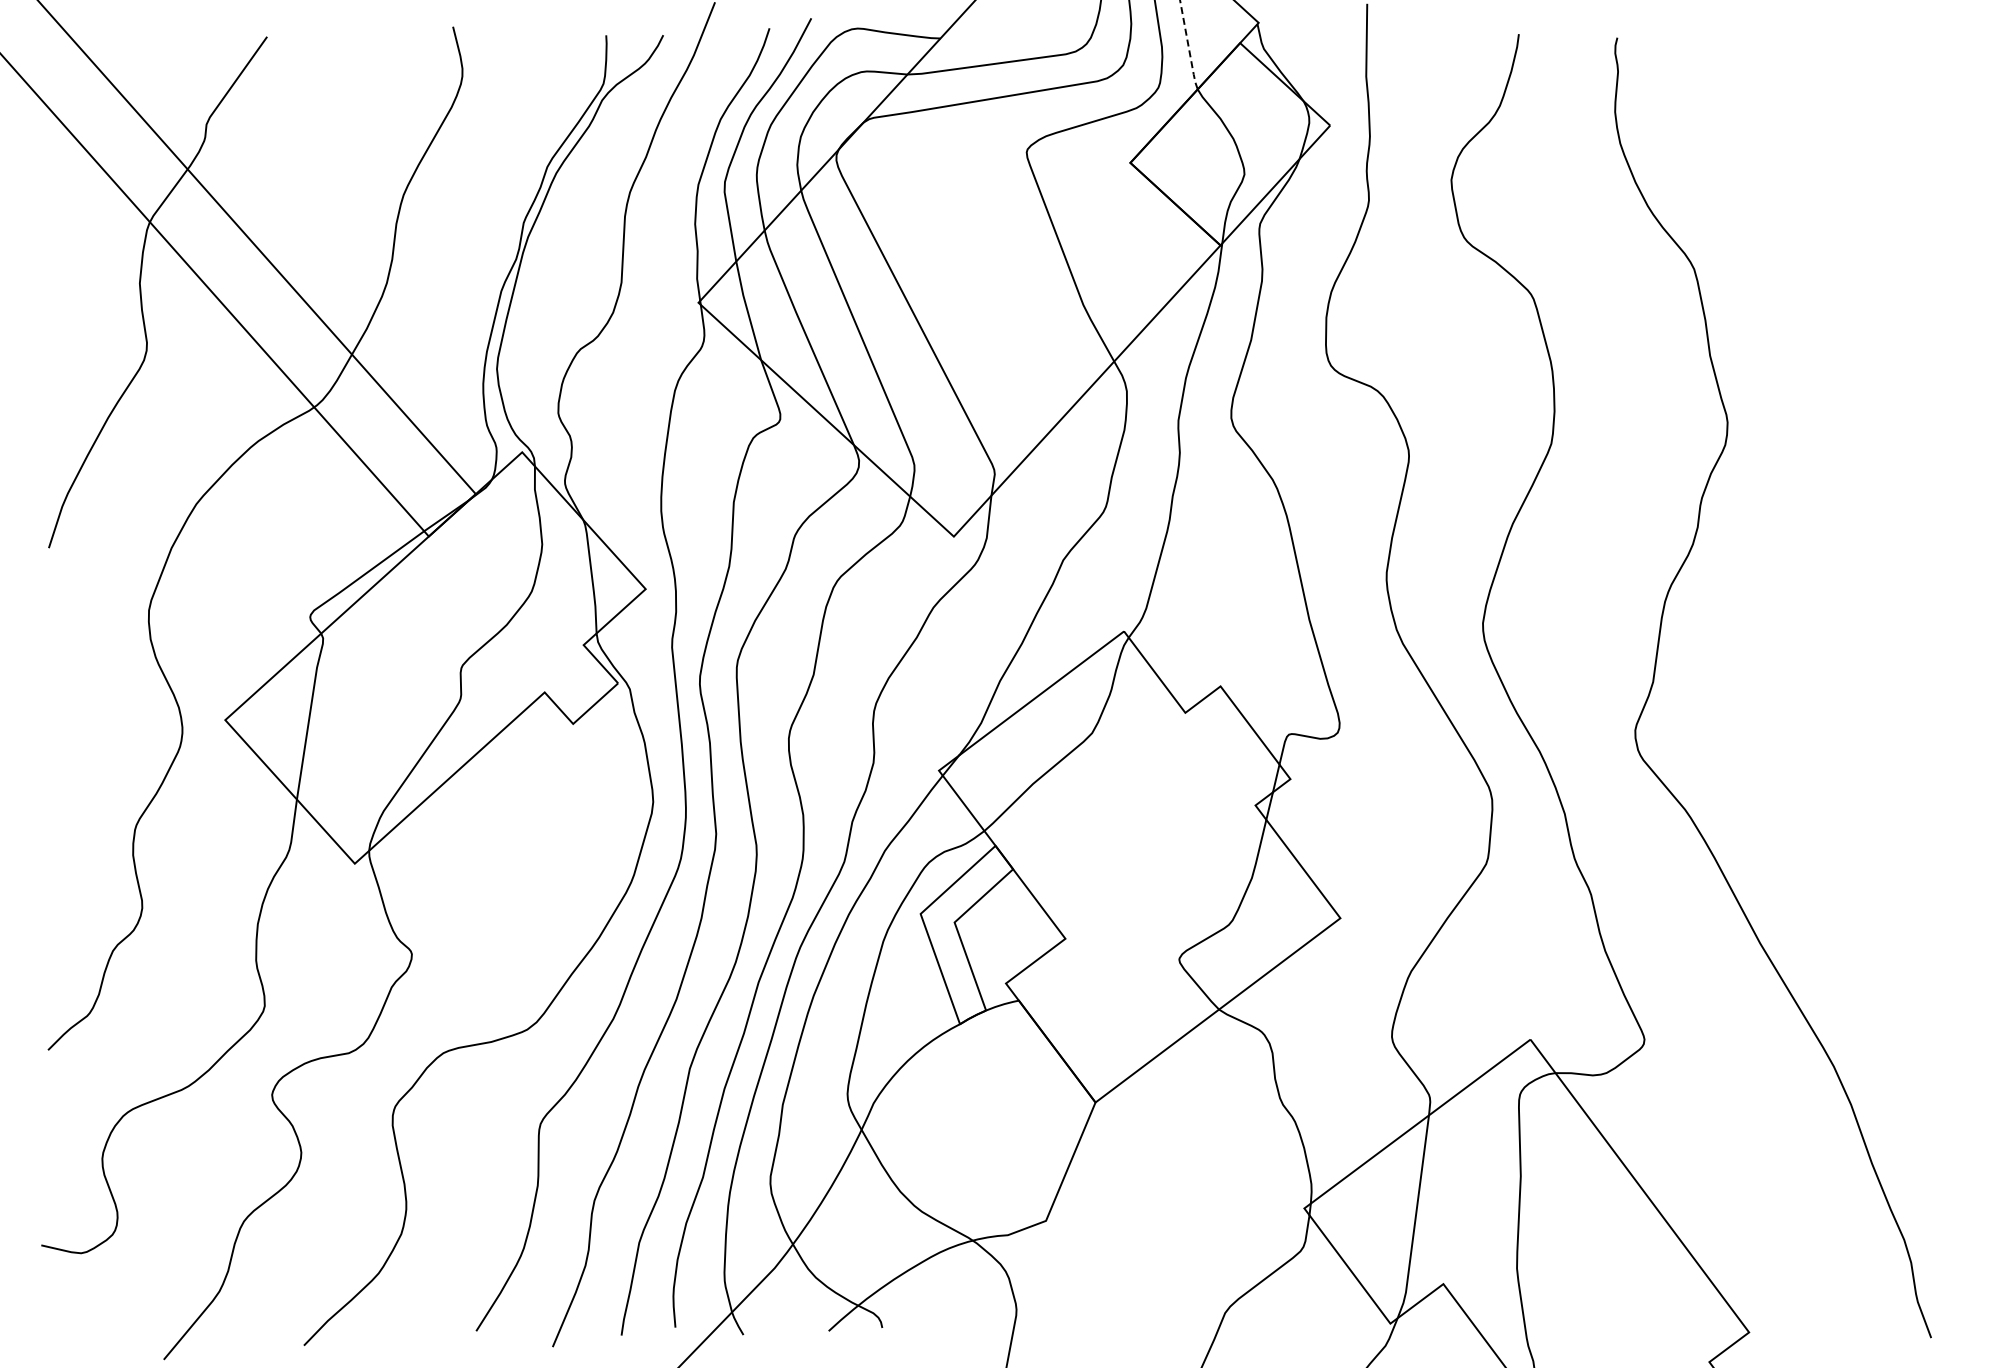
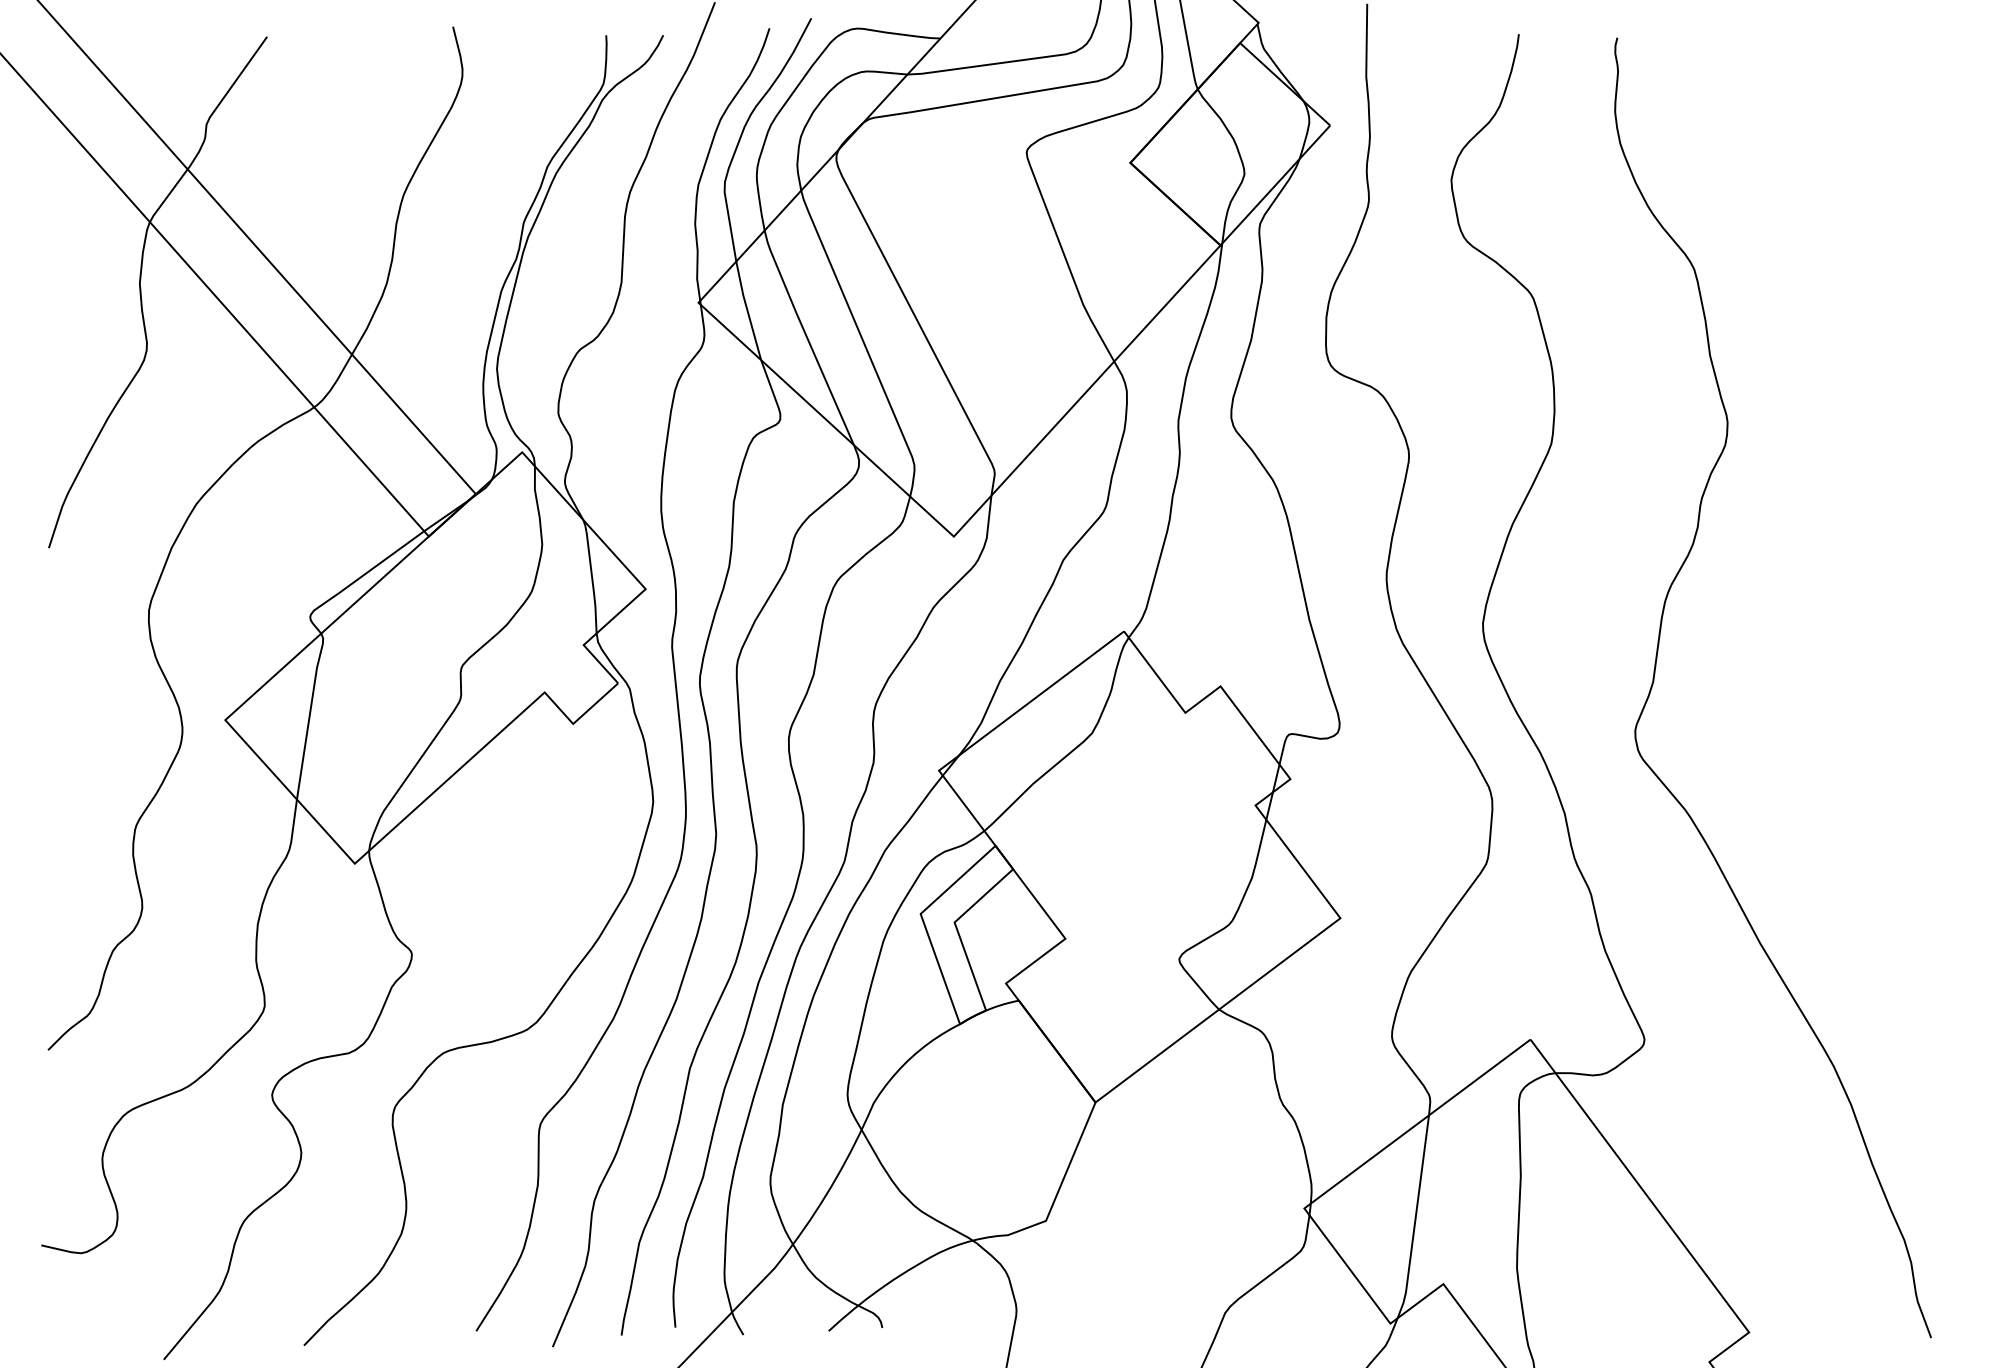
line at (1188, 46): dashed -> solid
